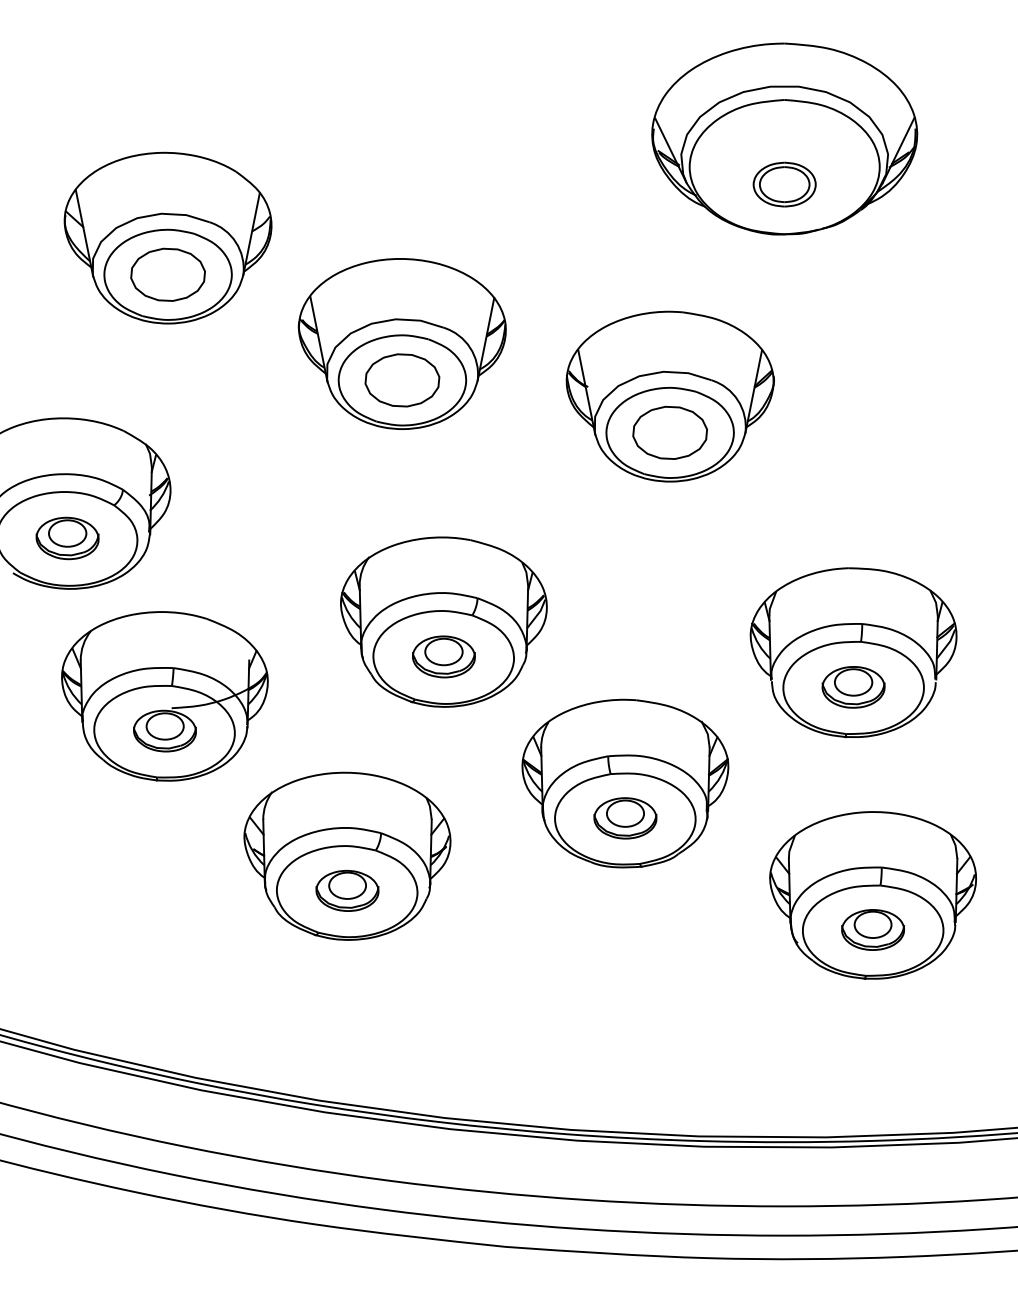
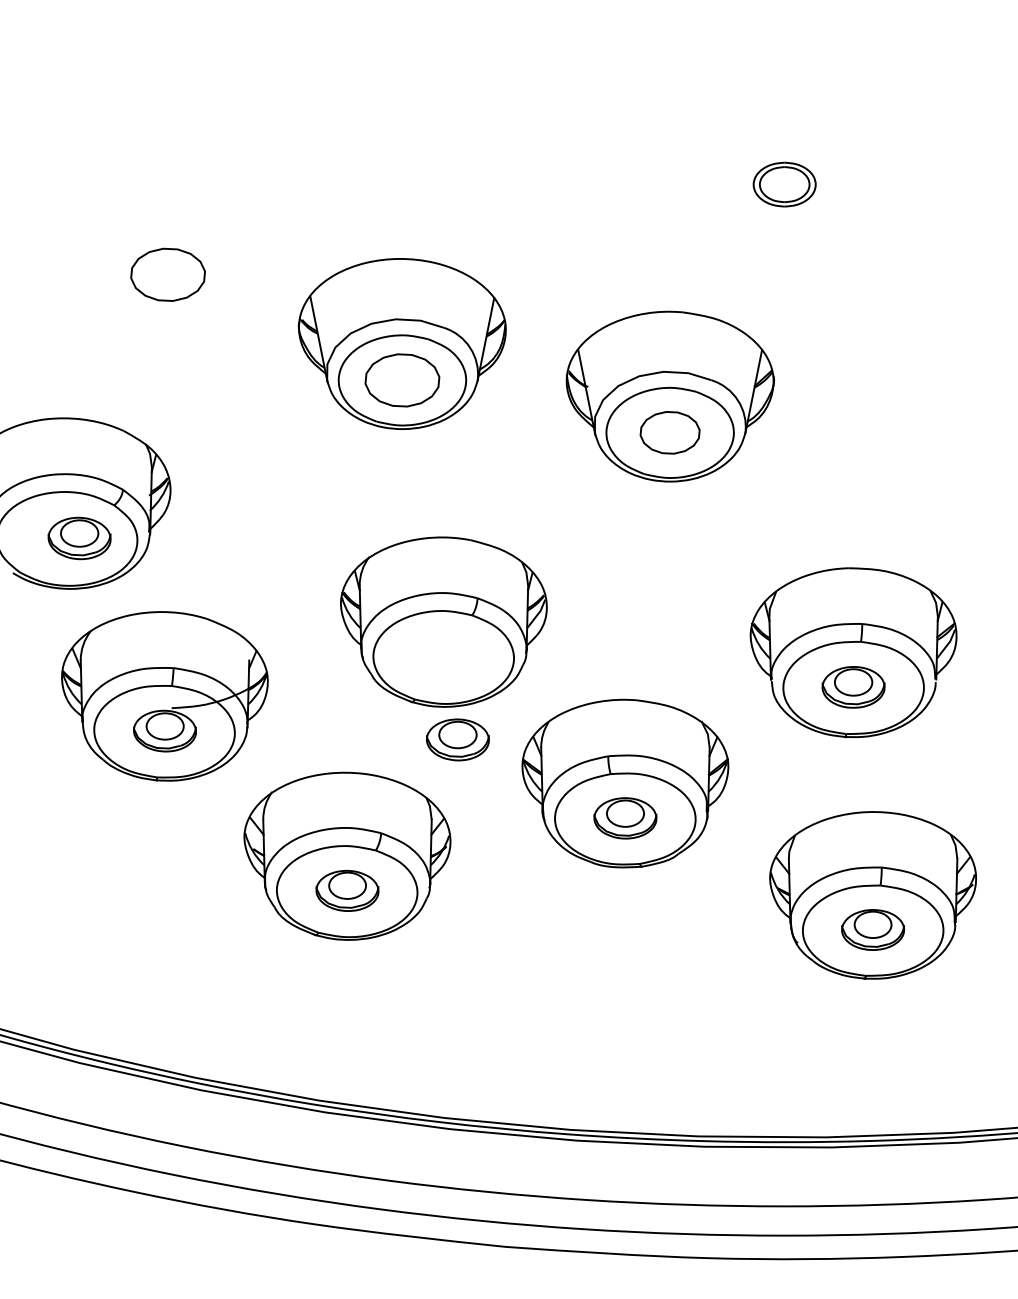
part at (784, 138): present -> none
part at (167, 237): present -> none
part at (669, 432) size: 76x55 px -> 62x44 px
part at (67, 538) position: (67, 538) -> (79, 538)
part at (443, 656) position: (443, 656) -> (457, 739)
